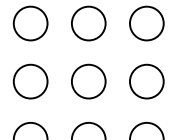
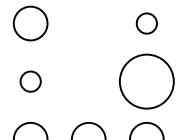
circle at (88, 23): present -> none
circle at (146, 23) diameter: 34 px -> 20 px
circle at (30, 81) diameter: 34 px -> 20 px
circle at (88, 81): present -> none
circle at (146, 81) diameter: 34 px -> 54 px
